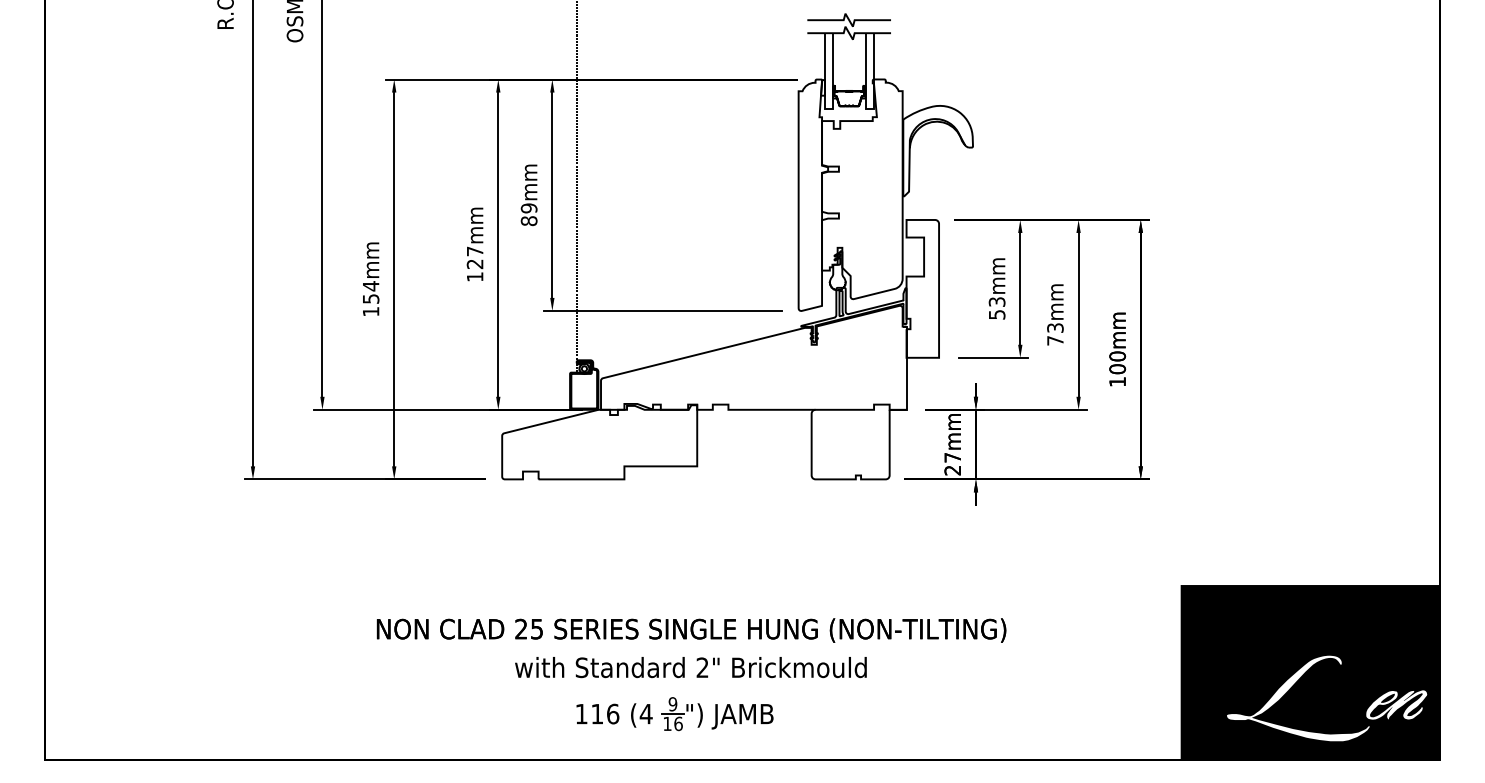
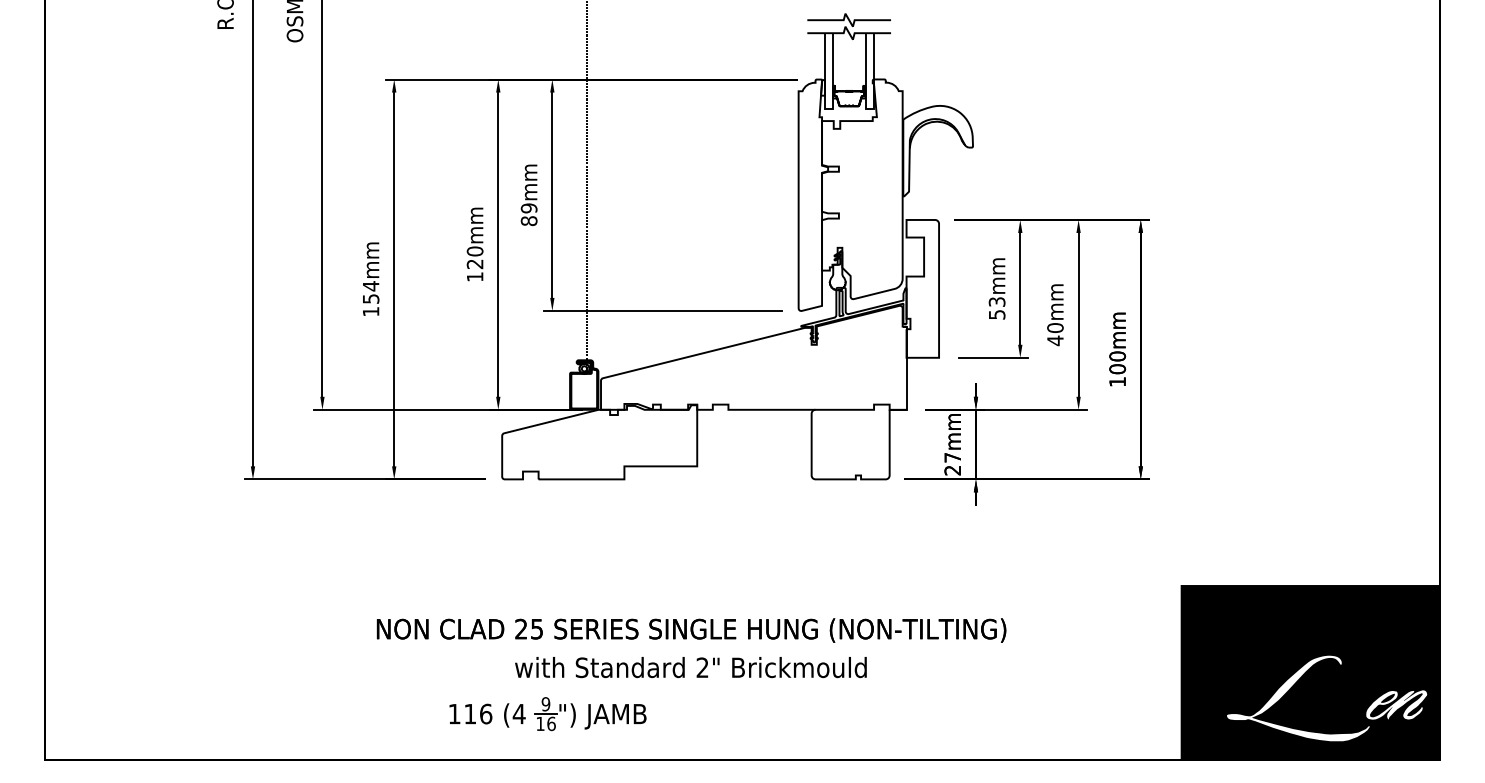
line at (576, 186) position: (576, 186) -> (586, 186)
text at (474, 251): 127mm -> 120mm
text at (1055, 334): 73mm -> 40mm
part at (674, 714) position: (674, 714) -> (547, 714)
